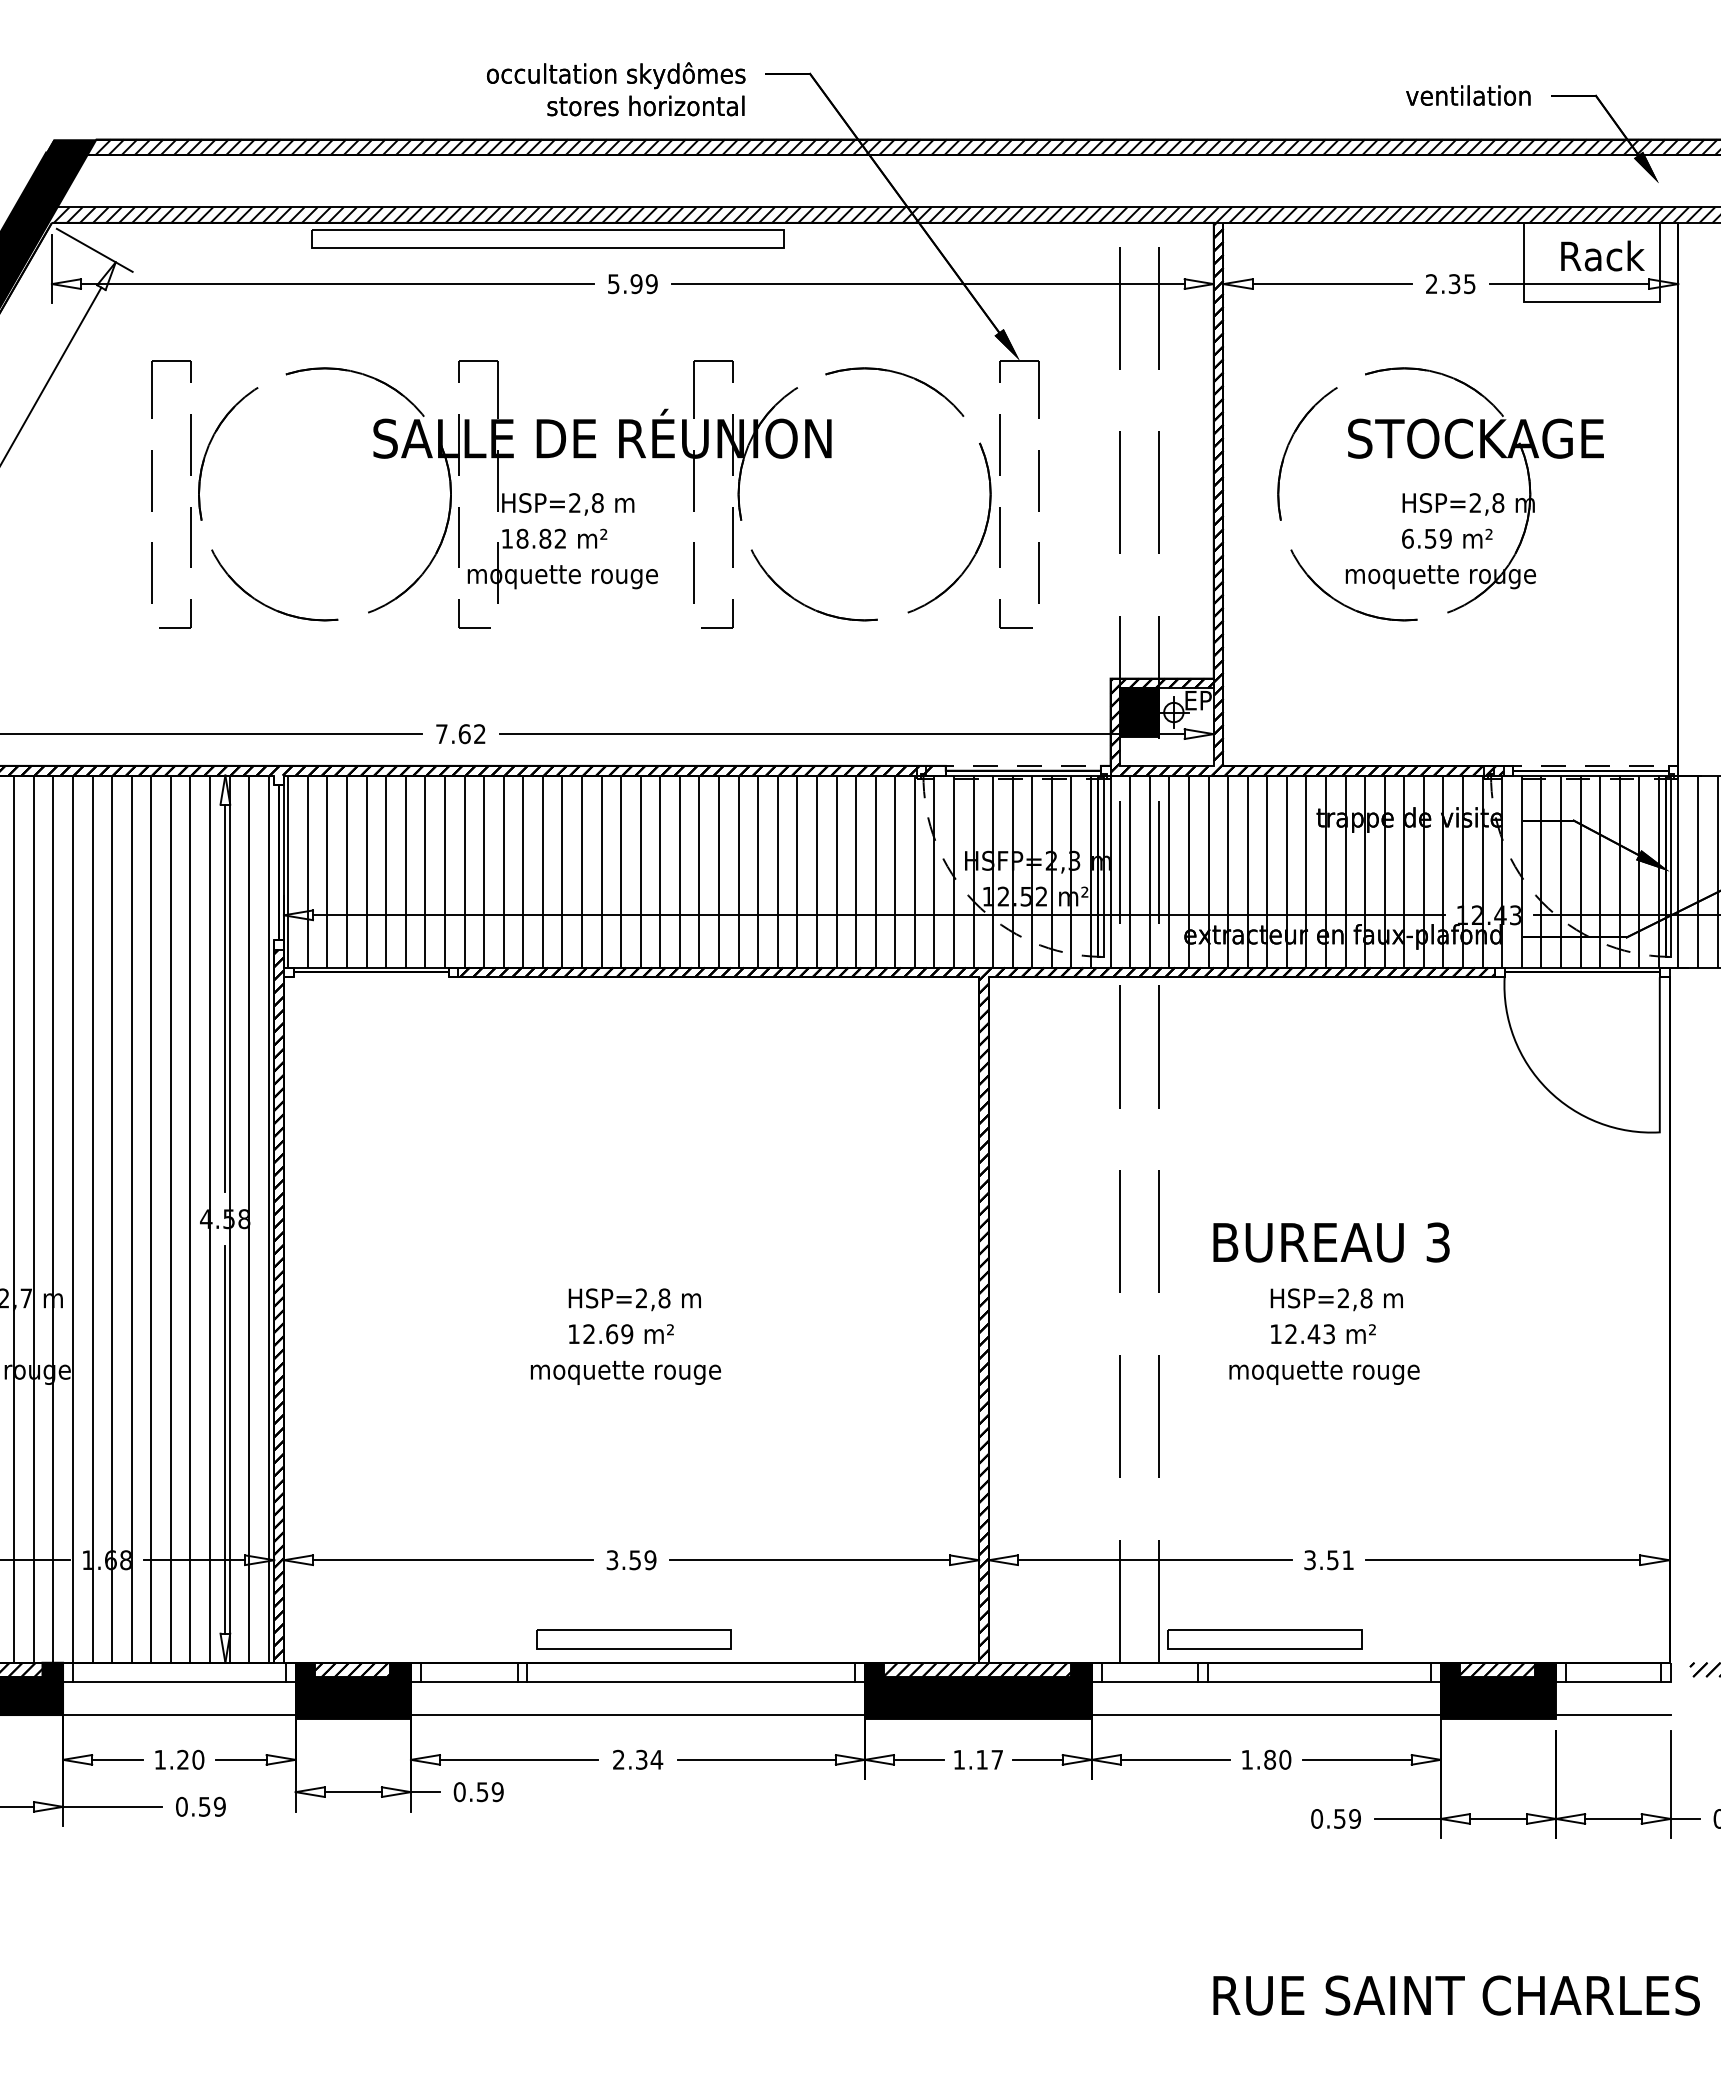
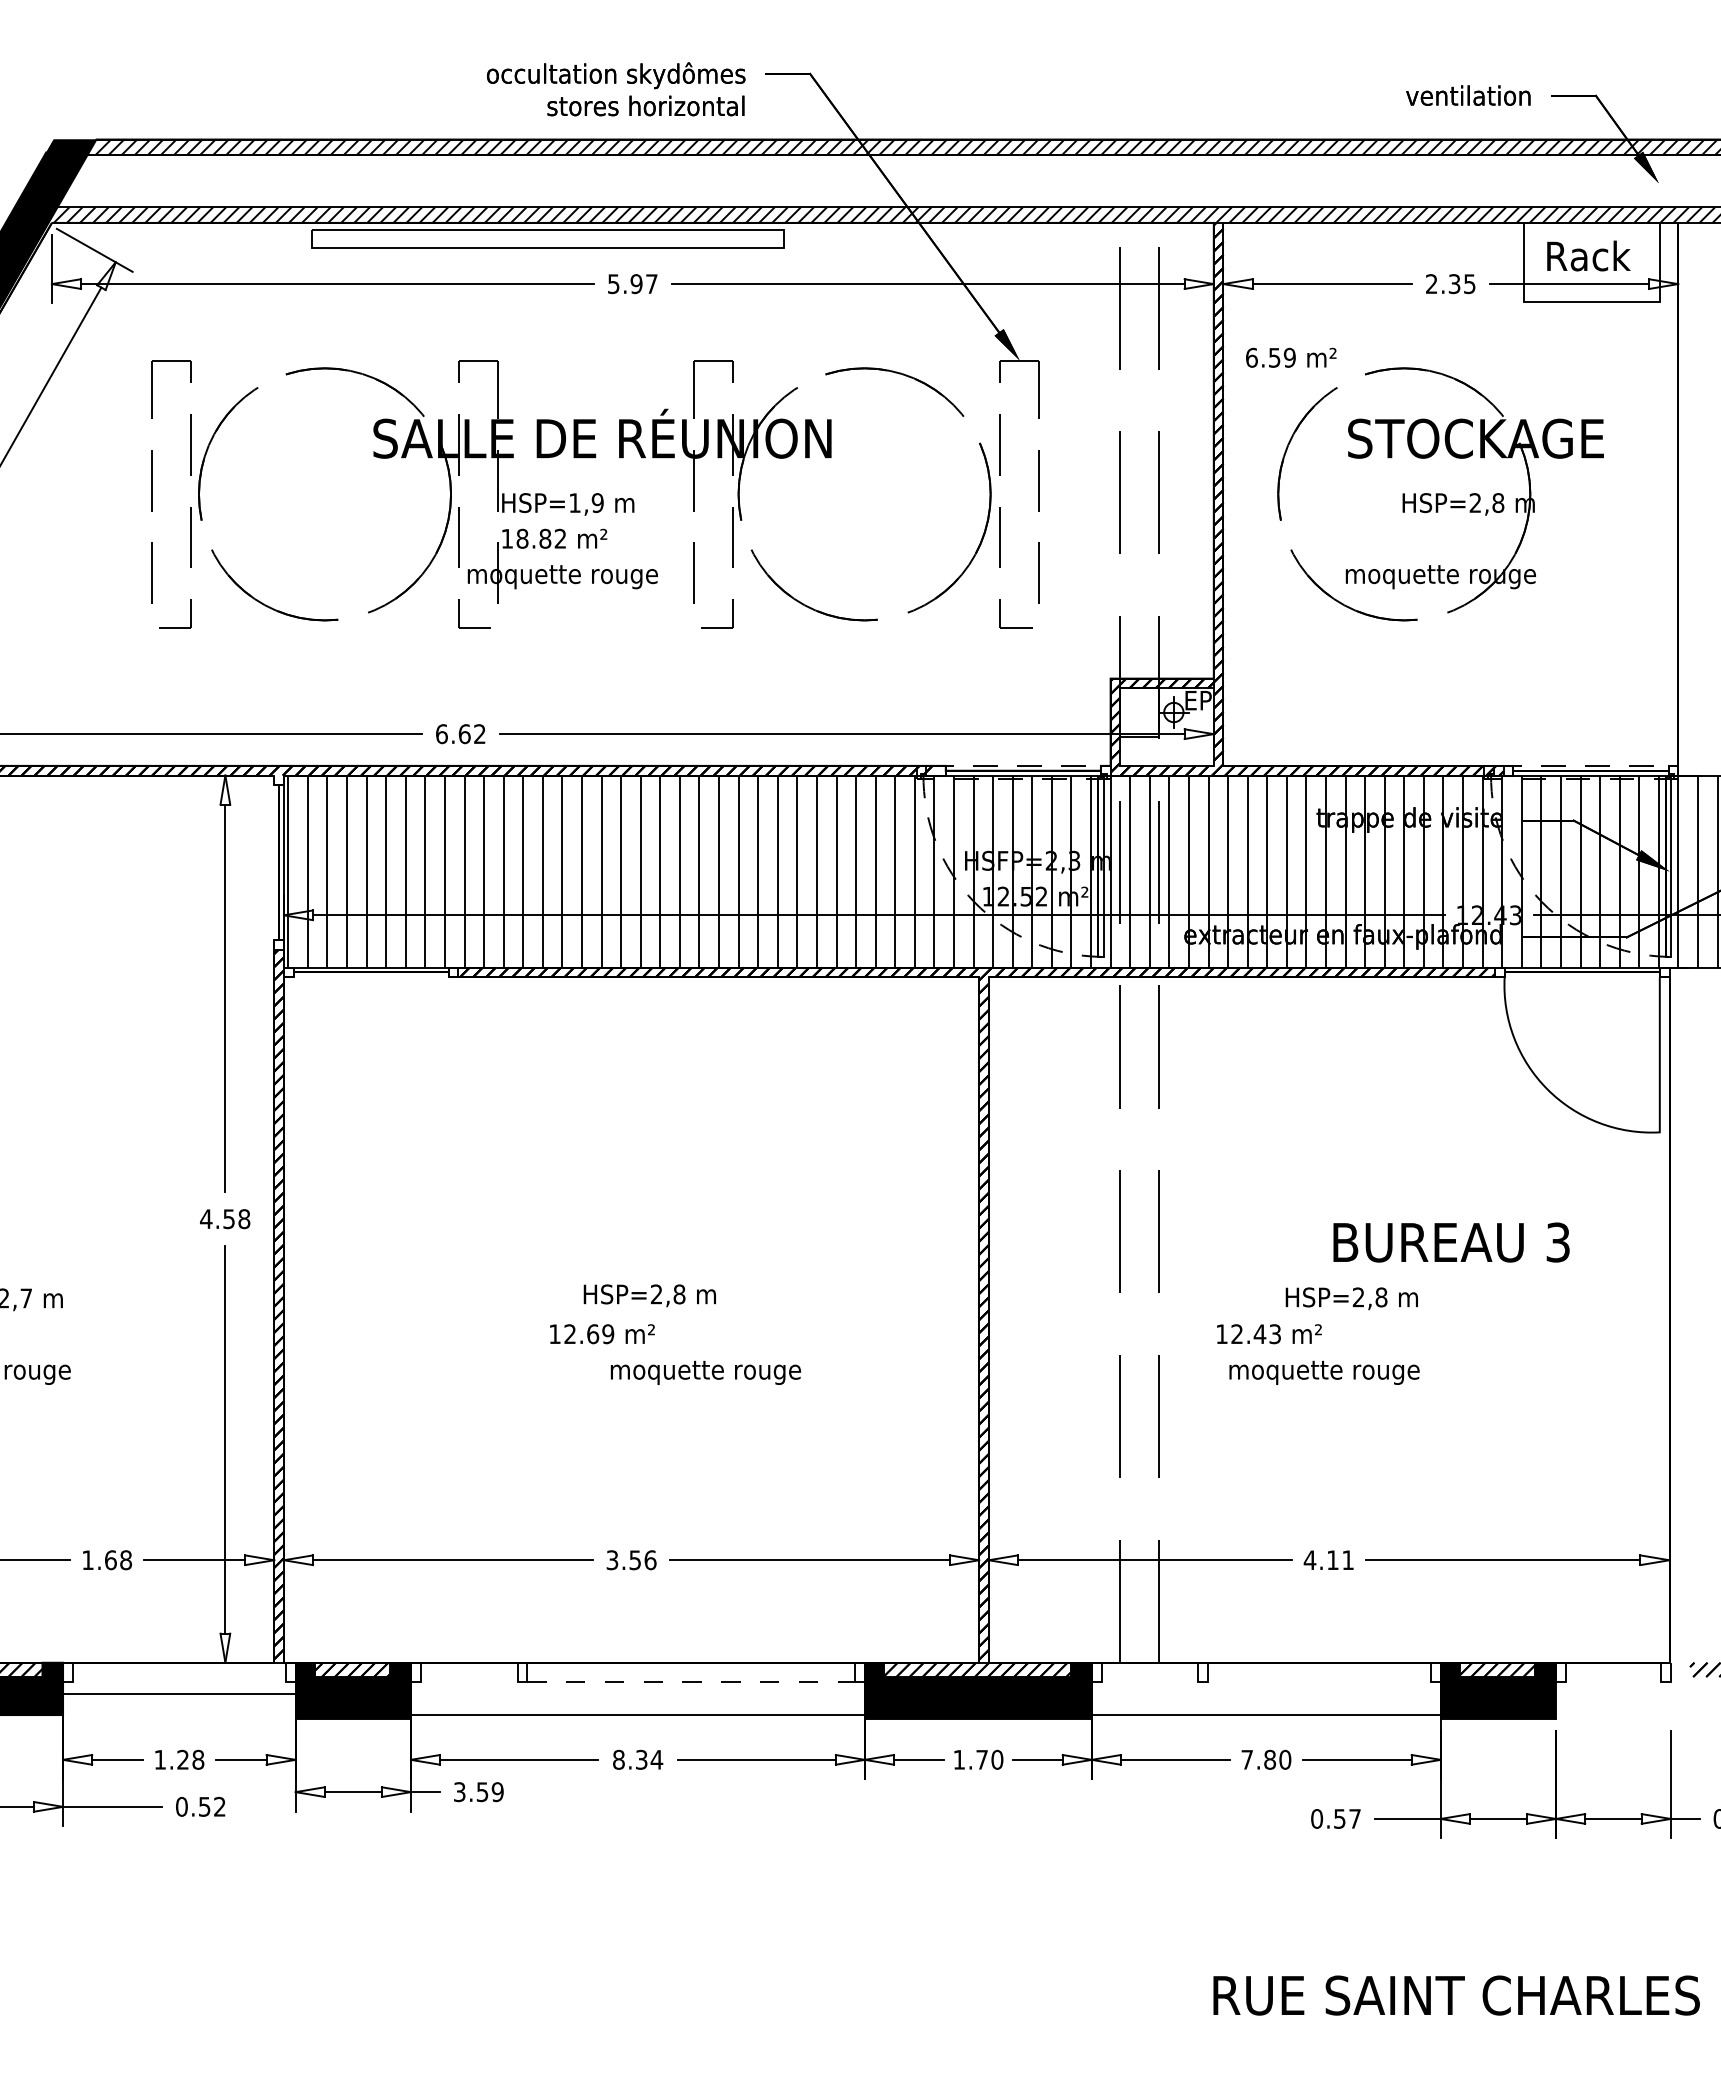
text at (1602, 255) position: (1602, 255) -> (1588, 255)
text at (651, 284): 5.99 -> 5.97
text at (586, 503): HSP=2,8 -> HSP=1,9
text at (1447, 538) position: (1447, 538) -> (1291, 357)
fill at (1139, 712): present -> none
text at (441, 734): 7.62 -> 6.62
hatch at (141, 1218): present -> none
text at (1331, 1242) position: (1331, 1242) -> (1451, 1242)
text at (634, 1299) position: (634, 1299) -> (649, 1295)
text at (1336, 1299) position: (1336, 1299) -> (1351, 1298)
text at (621, 1334) position: (621, 1334) -> (602, 1334)
text at (1323, 1334) position: (1323, 1334) -> (1269, 1334)
text at (625, 1372) position: (625, 1372) -> (705, 1372)
text at (650, 1560): 3.59 -> 3.56
text at (1320, 1560): 3.51 -> 4.11
part at (633, 1639): present -> none
part at (1264, 1639): present -> none
line at (179, 1682): present -> none
line at (468, 1682): present -> none
line at (691, 1682): solid -> dashed
line at (1149, 1682): present -> none
line at (1319, 1682): present -> none
line at (1613, 1682): present -> none
line at (179, 1715) position: (179, 1715) -> (179, 1694)
line at (1613, 1715): present -> none
text at (198, 1759): 1.20 -> 1.28
text at (618, 1759): 2.34 -> 8.34
text at (989, 1759): 1.17 -> 1.70
text at (1246, 1759): 1.80 -> 7.80
text at (459, 1792): 0.59 -> 3.59
text at (219, 1806): 0.59 -> 0.52
text at (1354, 1818): 0.59 -> 0.57
